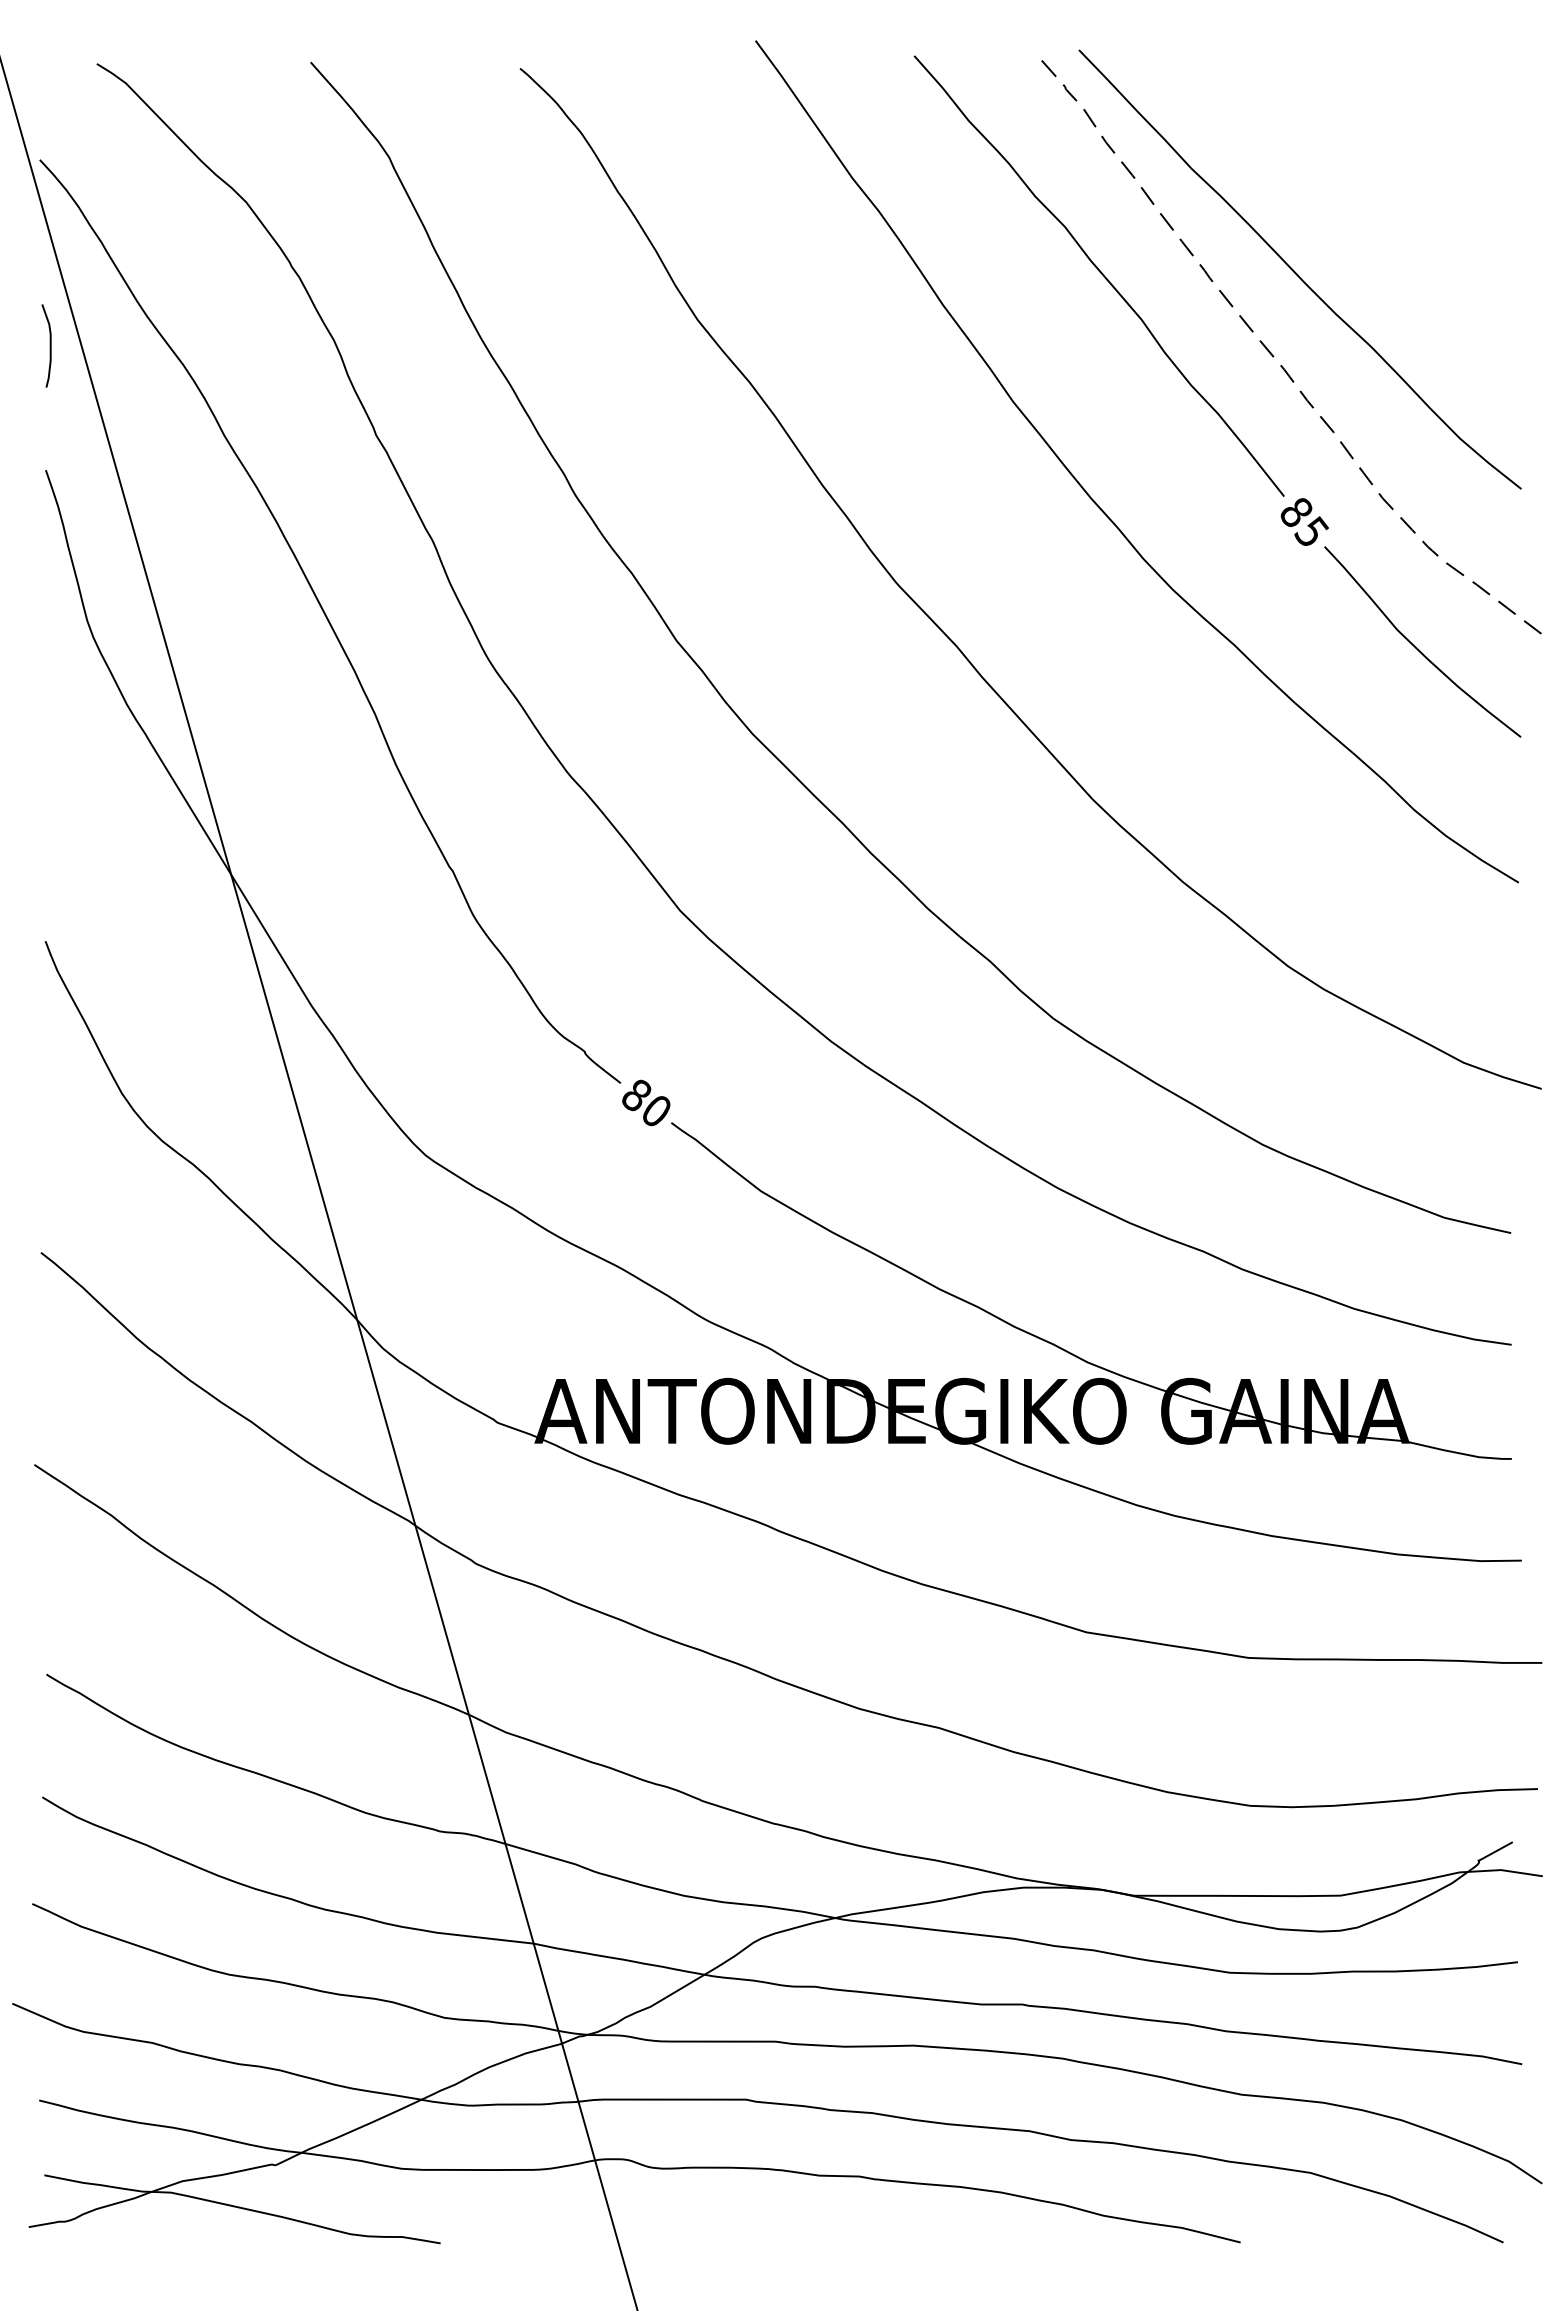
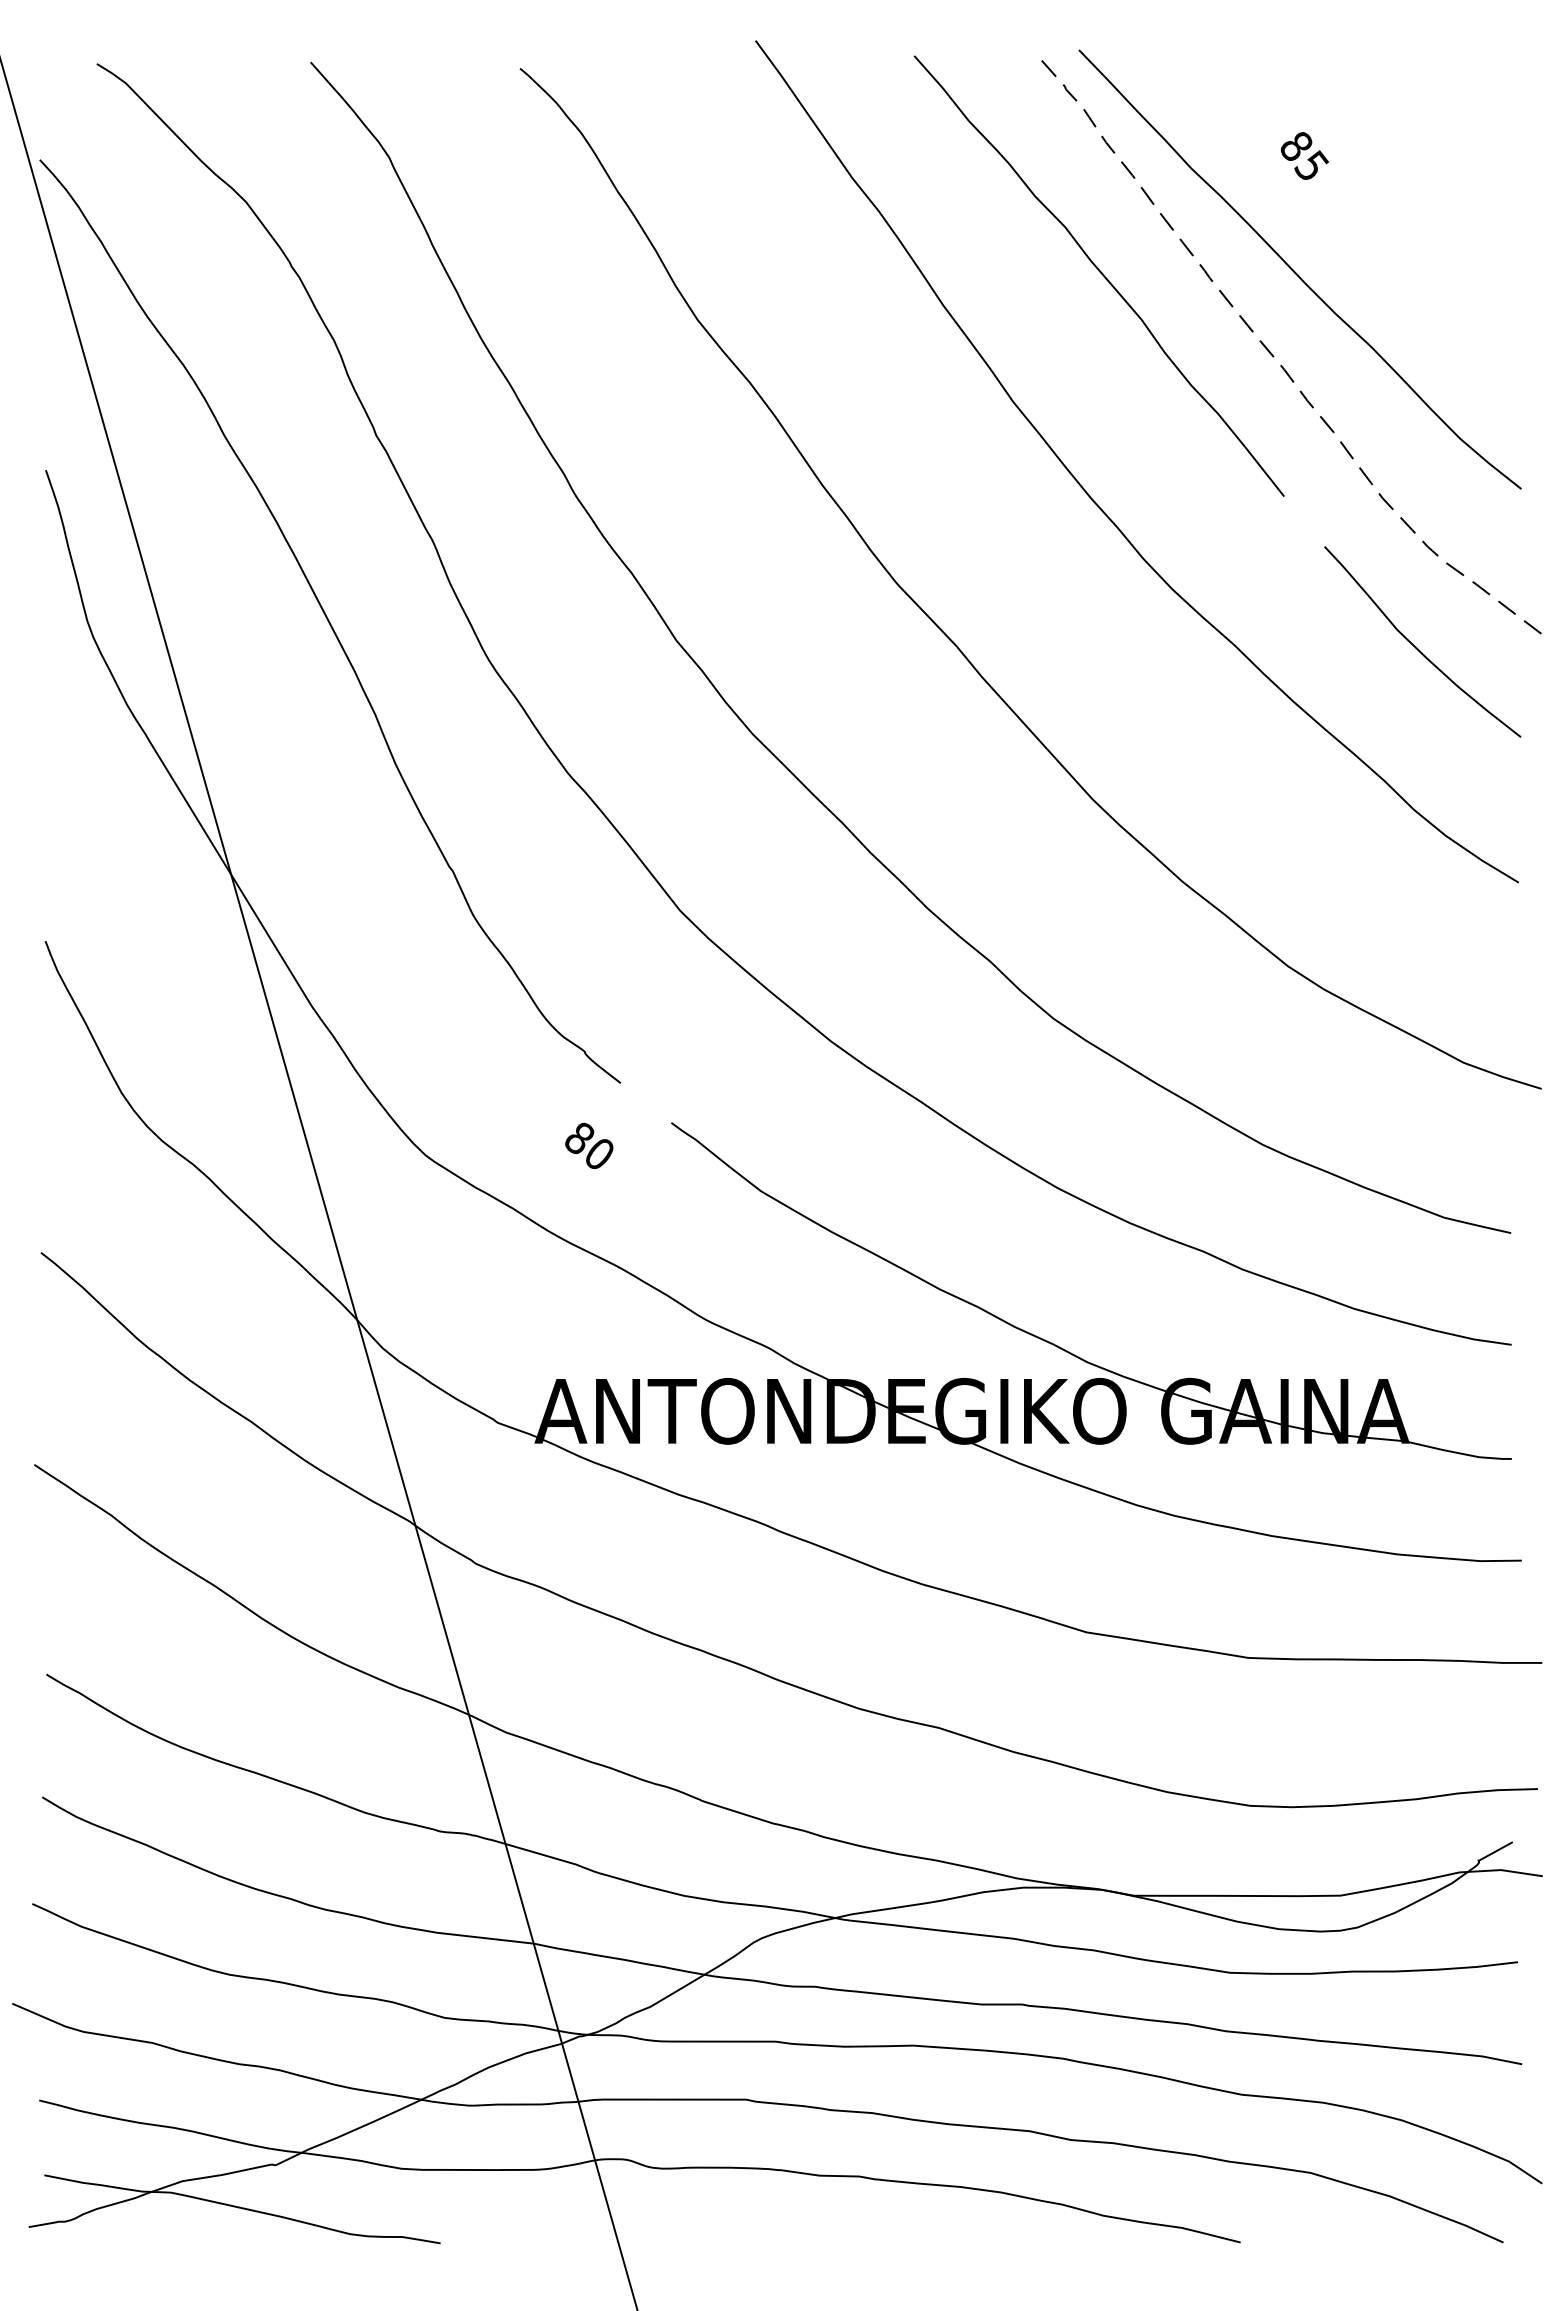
curve at (49, 345): present -> none
text at (1304, 521) position: (1304, 521) -> (1304, 155)
text at (646, 1102) position: (646, 1102) -> (589, 1145)
